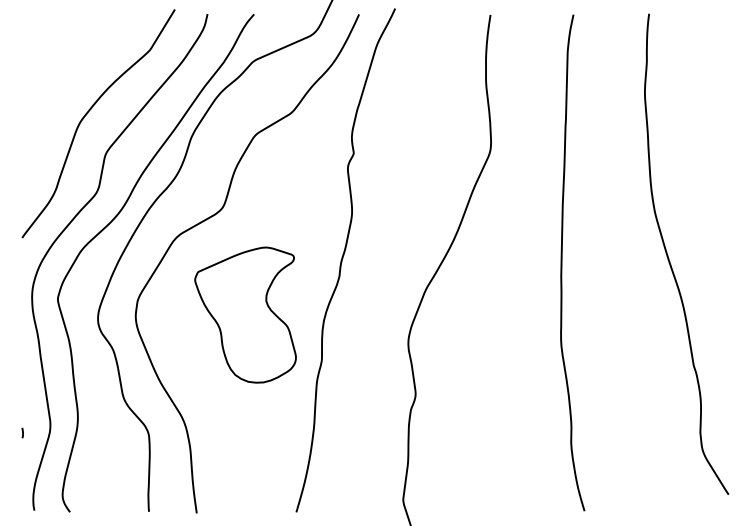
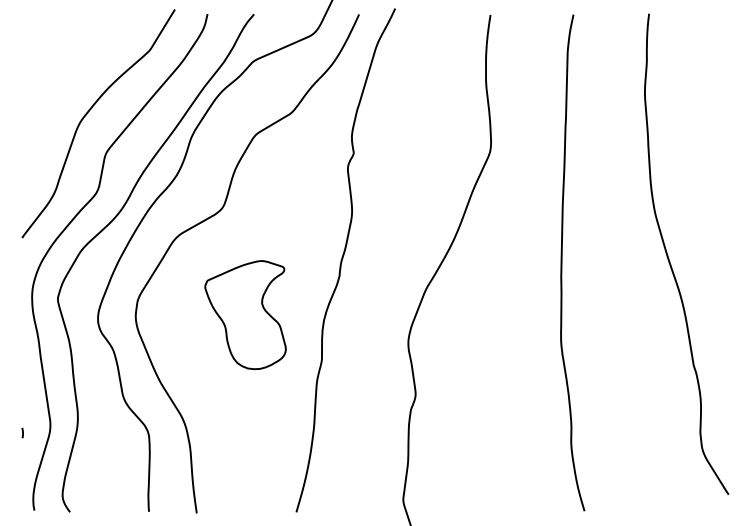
part at (245, 314) size: 103x138 px -> 83x110 px
